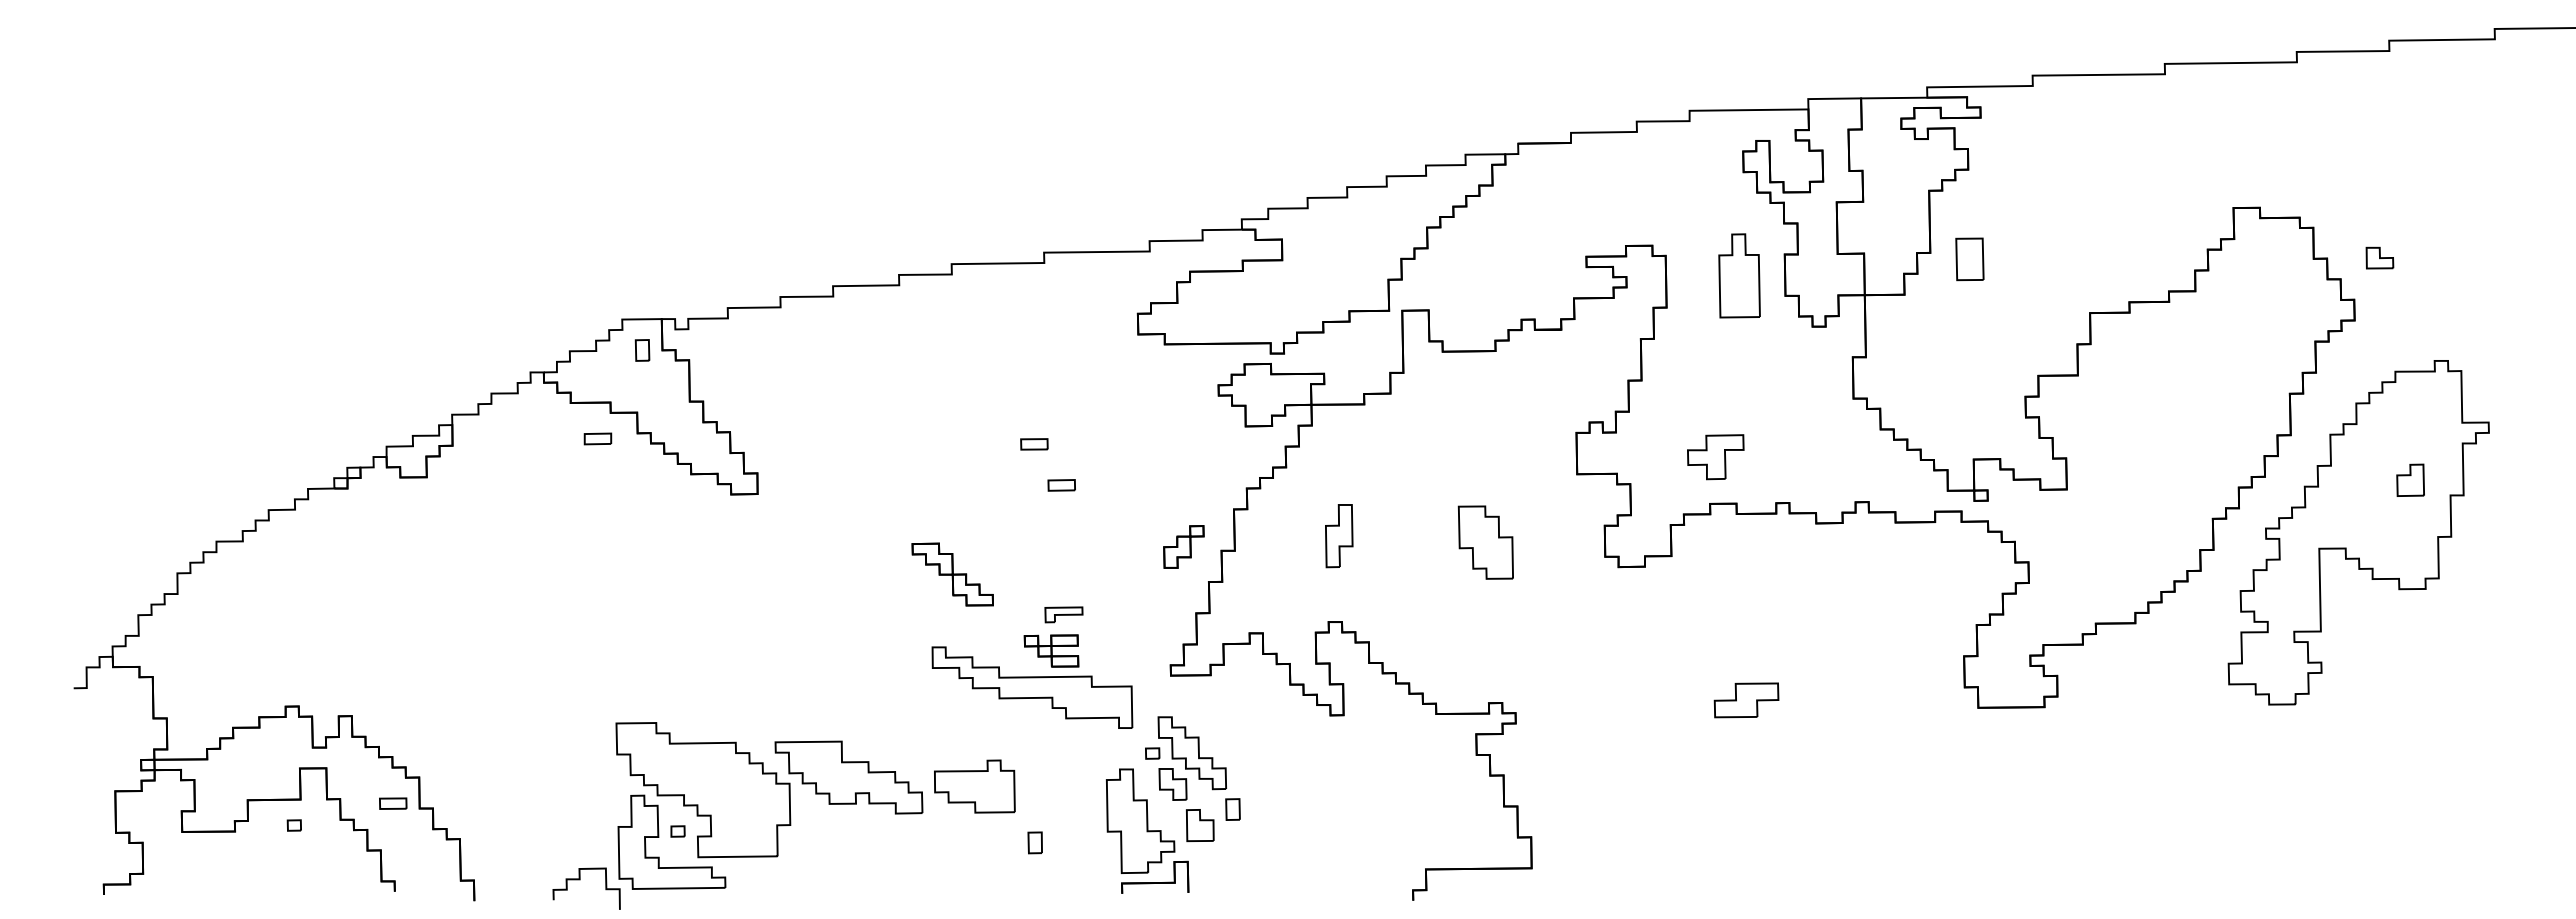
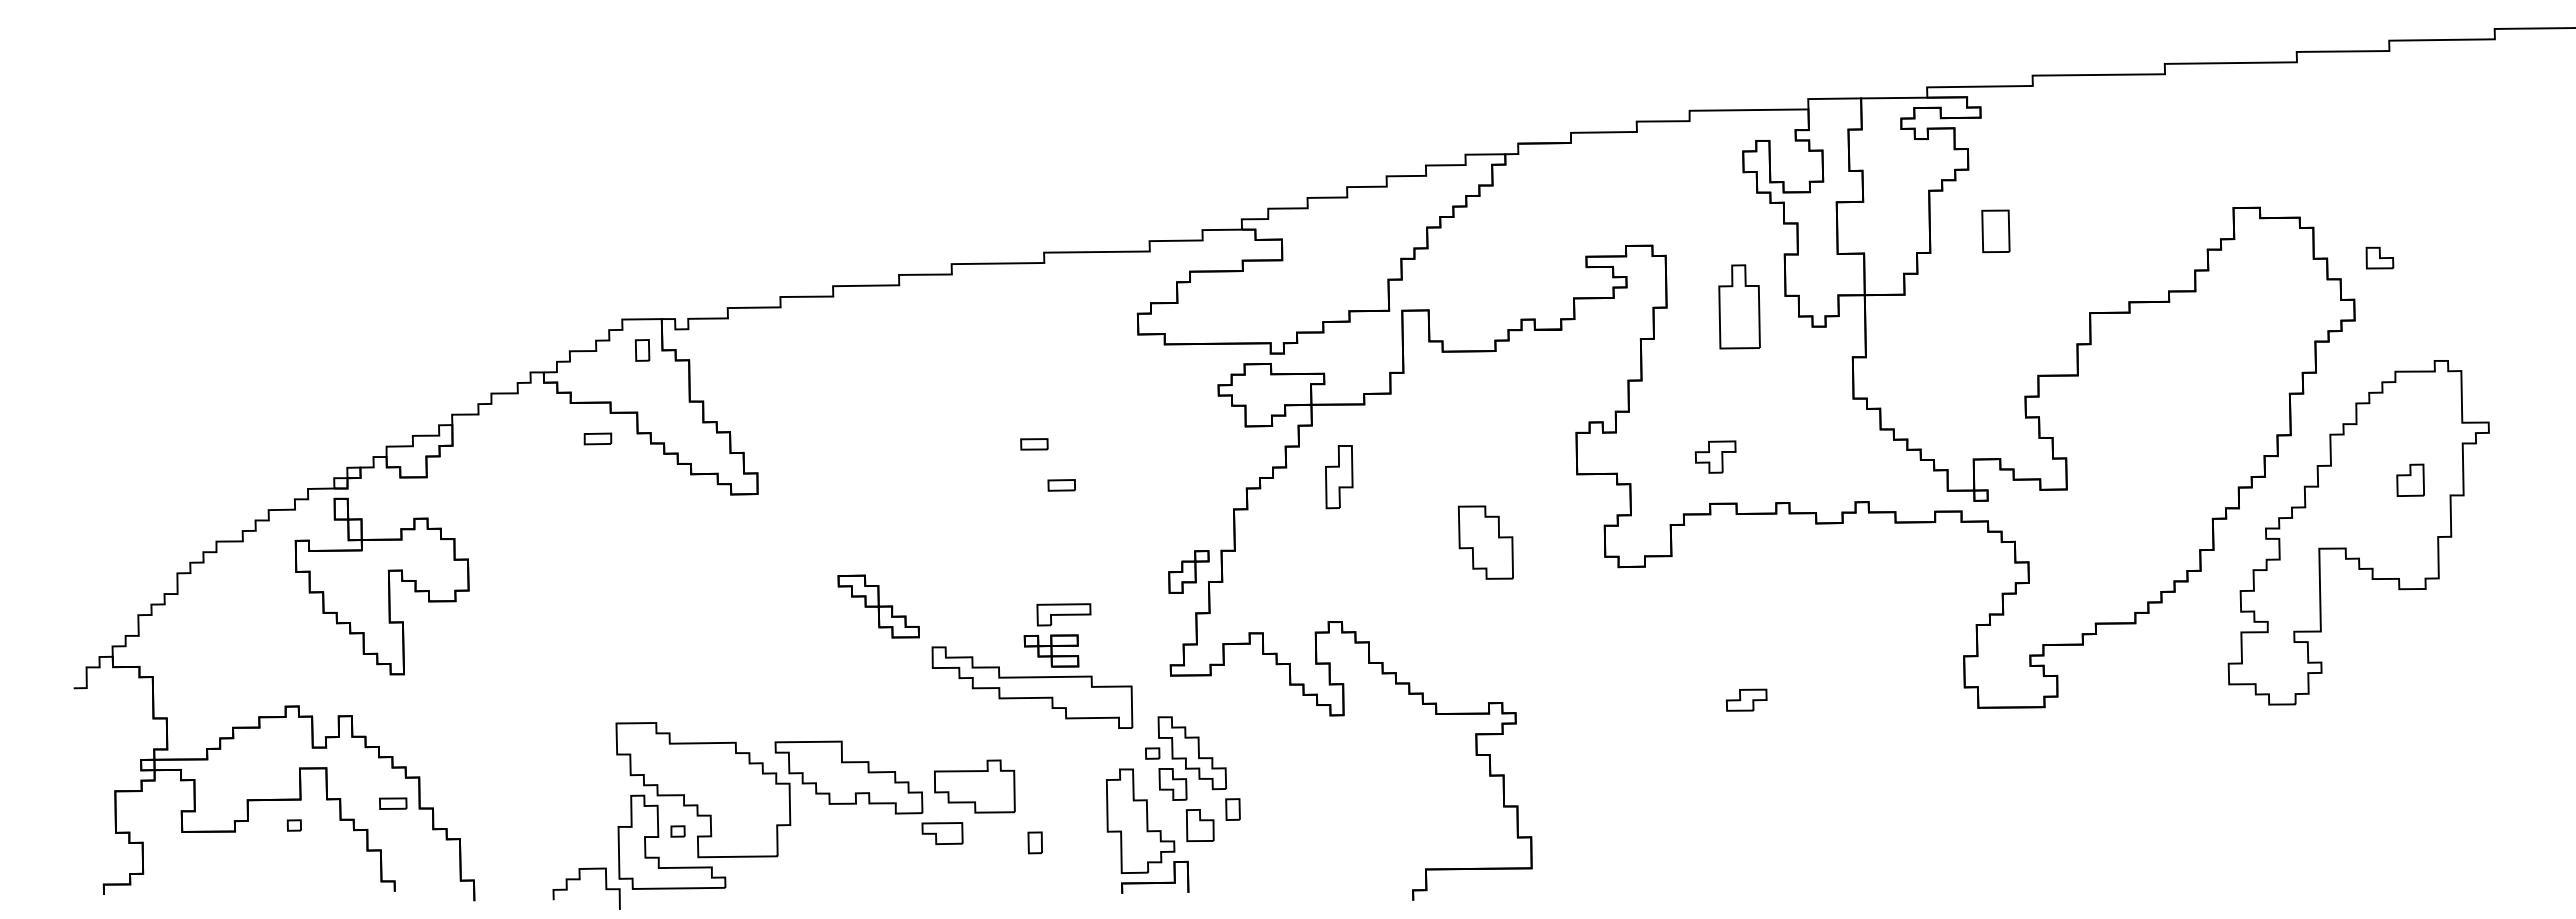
part at (1969, 259) position: (1969, 259) -> (1995, 231)
part at (1739, 275) position: (1739, 275) -> (1739, 306)
part at (1715, 457) size: 58x47 px -> 43x34 px
part at (1339, 536) position: (1339, 536) -> (1339, 477)
part at (1183, 546) position: (1183, 546) -> (1188, 571)
part at (952, 574) position: (952, 574) -> (878, 606)
part at (381, 586): none -> present
part at (1063, 614) size: 40x18 px -> 56x24 px
part at (1746, 700) size: 67x37 px -> 42x24 px
part at (942, 833): none -> present
